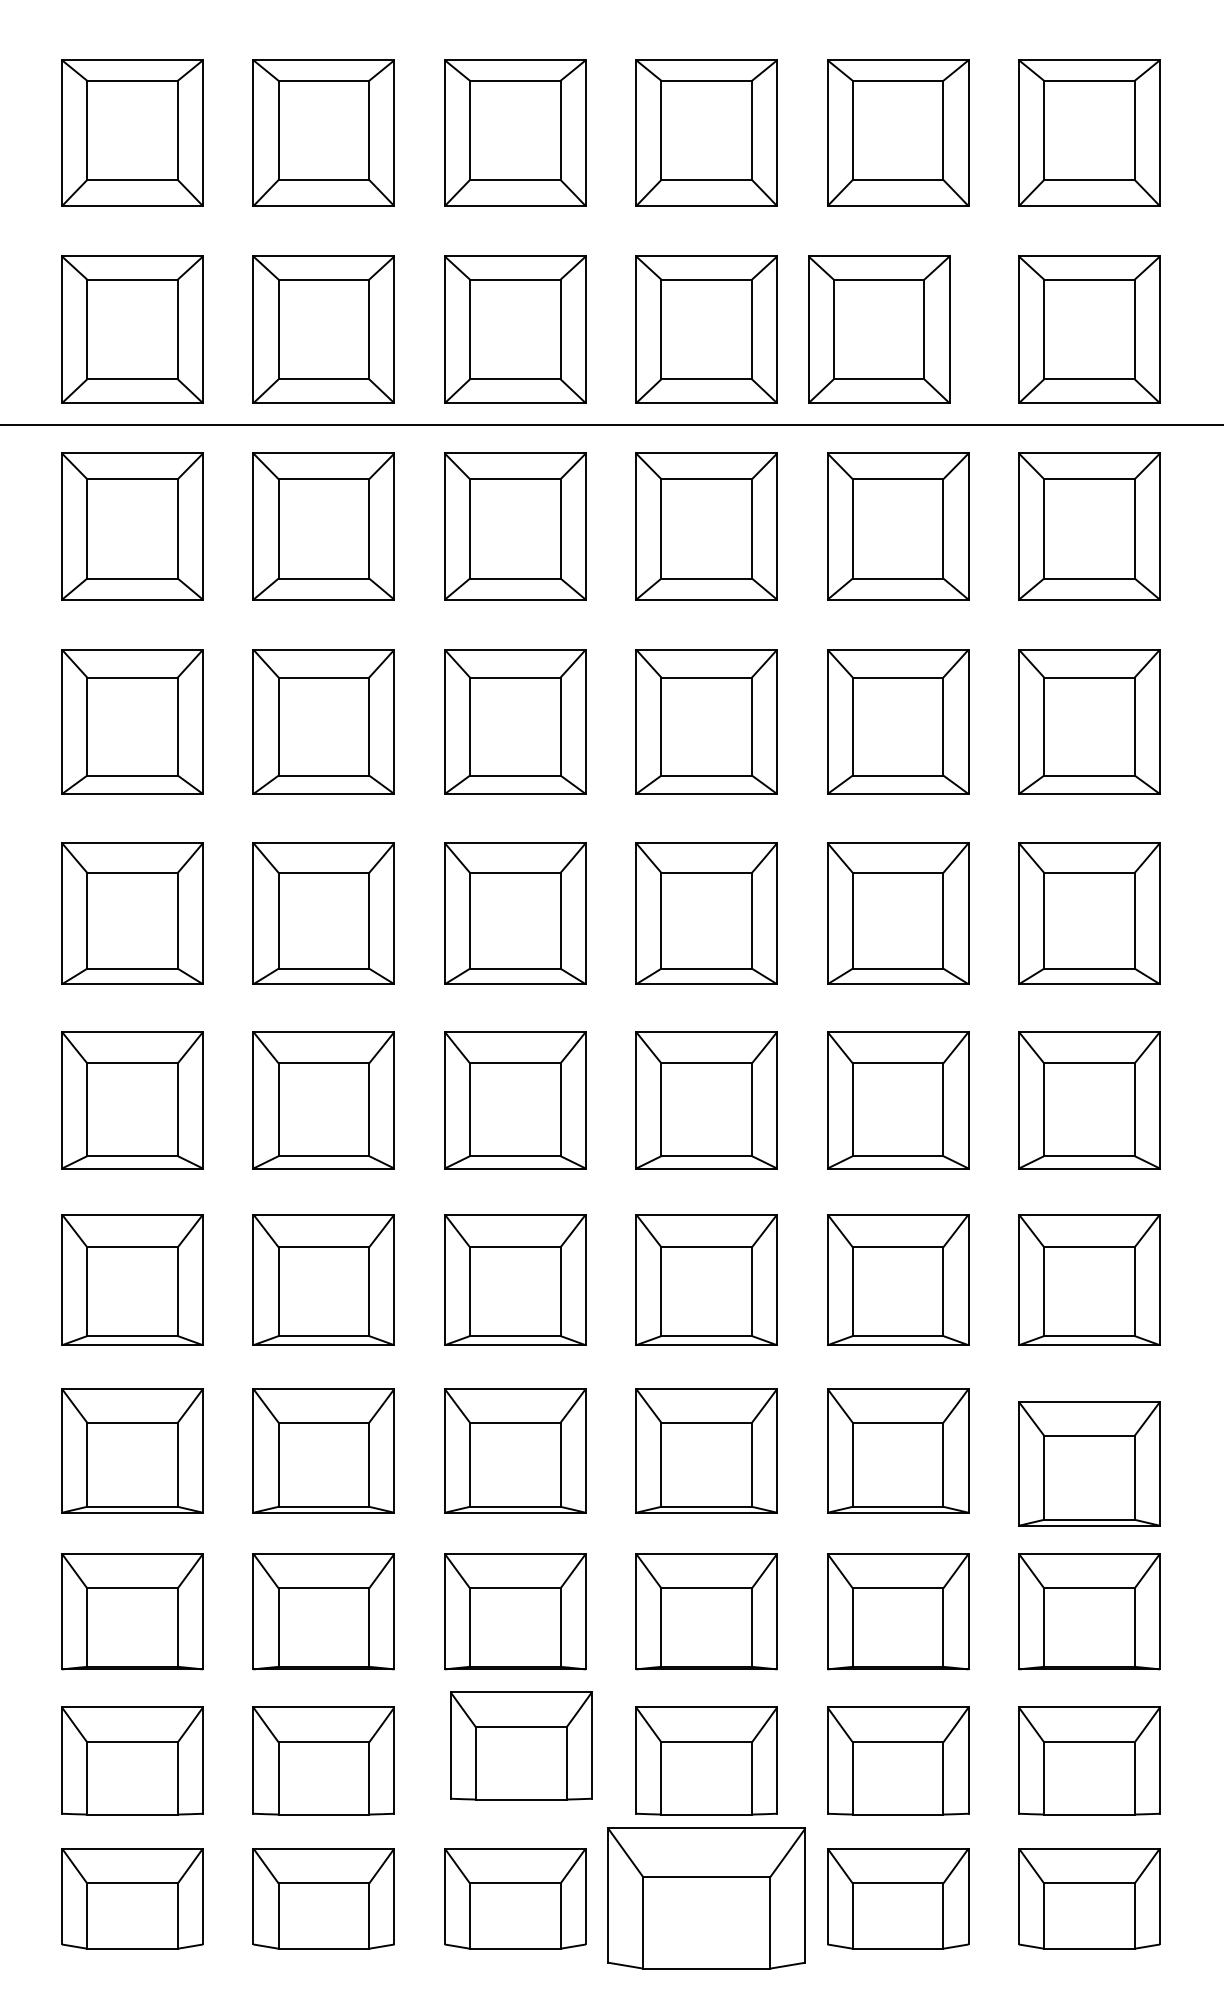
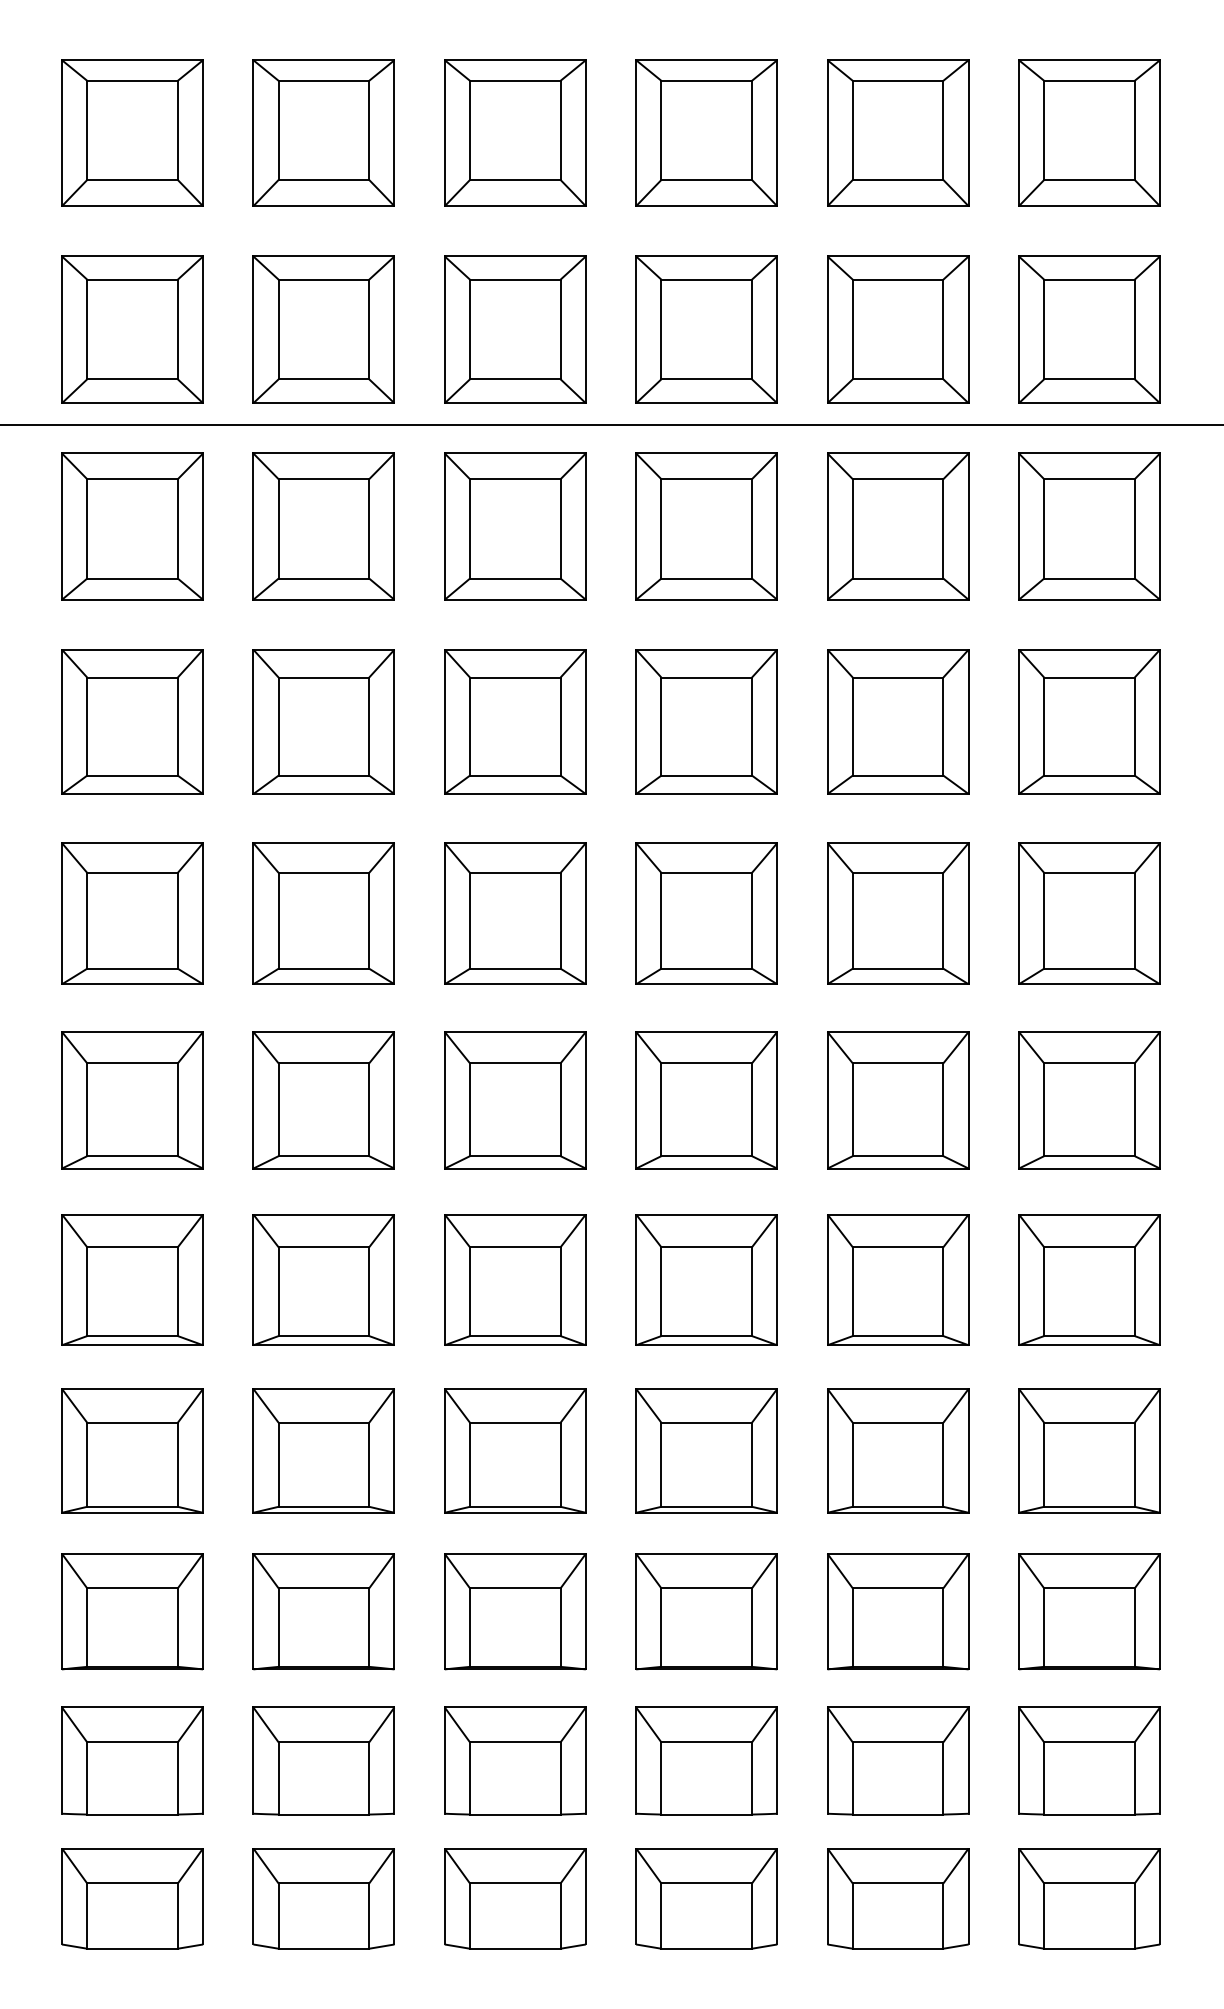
part at (879, 329) position: (879, 329) -> (898, 329)
part at (1089, 1463) position: (1089, 1463) -> (1089, 1450)
part at (521, 1745) position: (521, 1745) -> (515, 1760)
part at (706, 1898) size: 199x143 px -> 143x102 px
